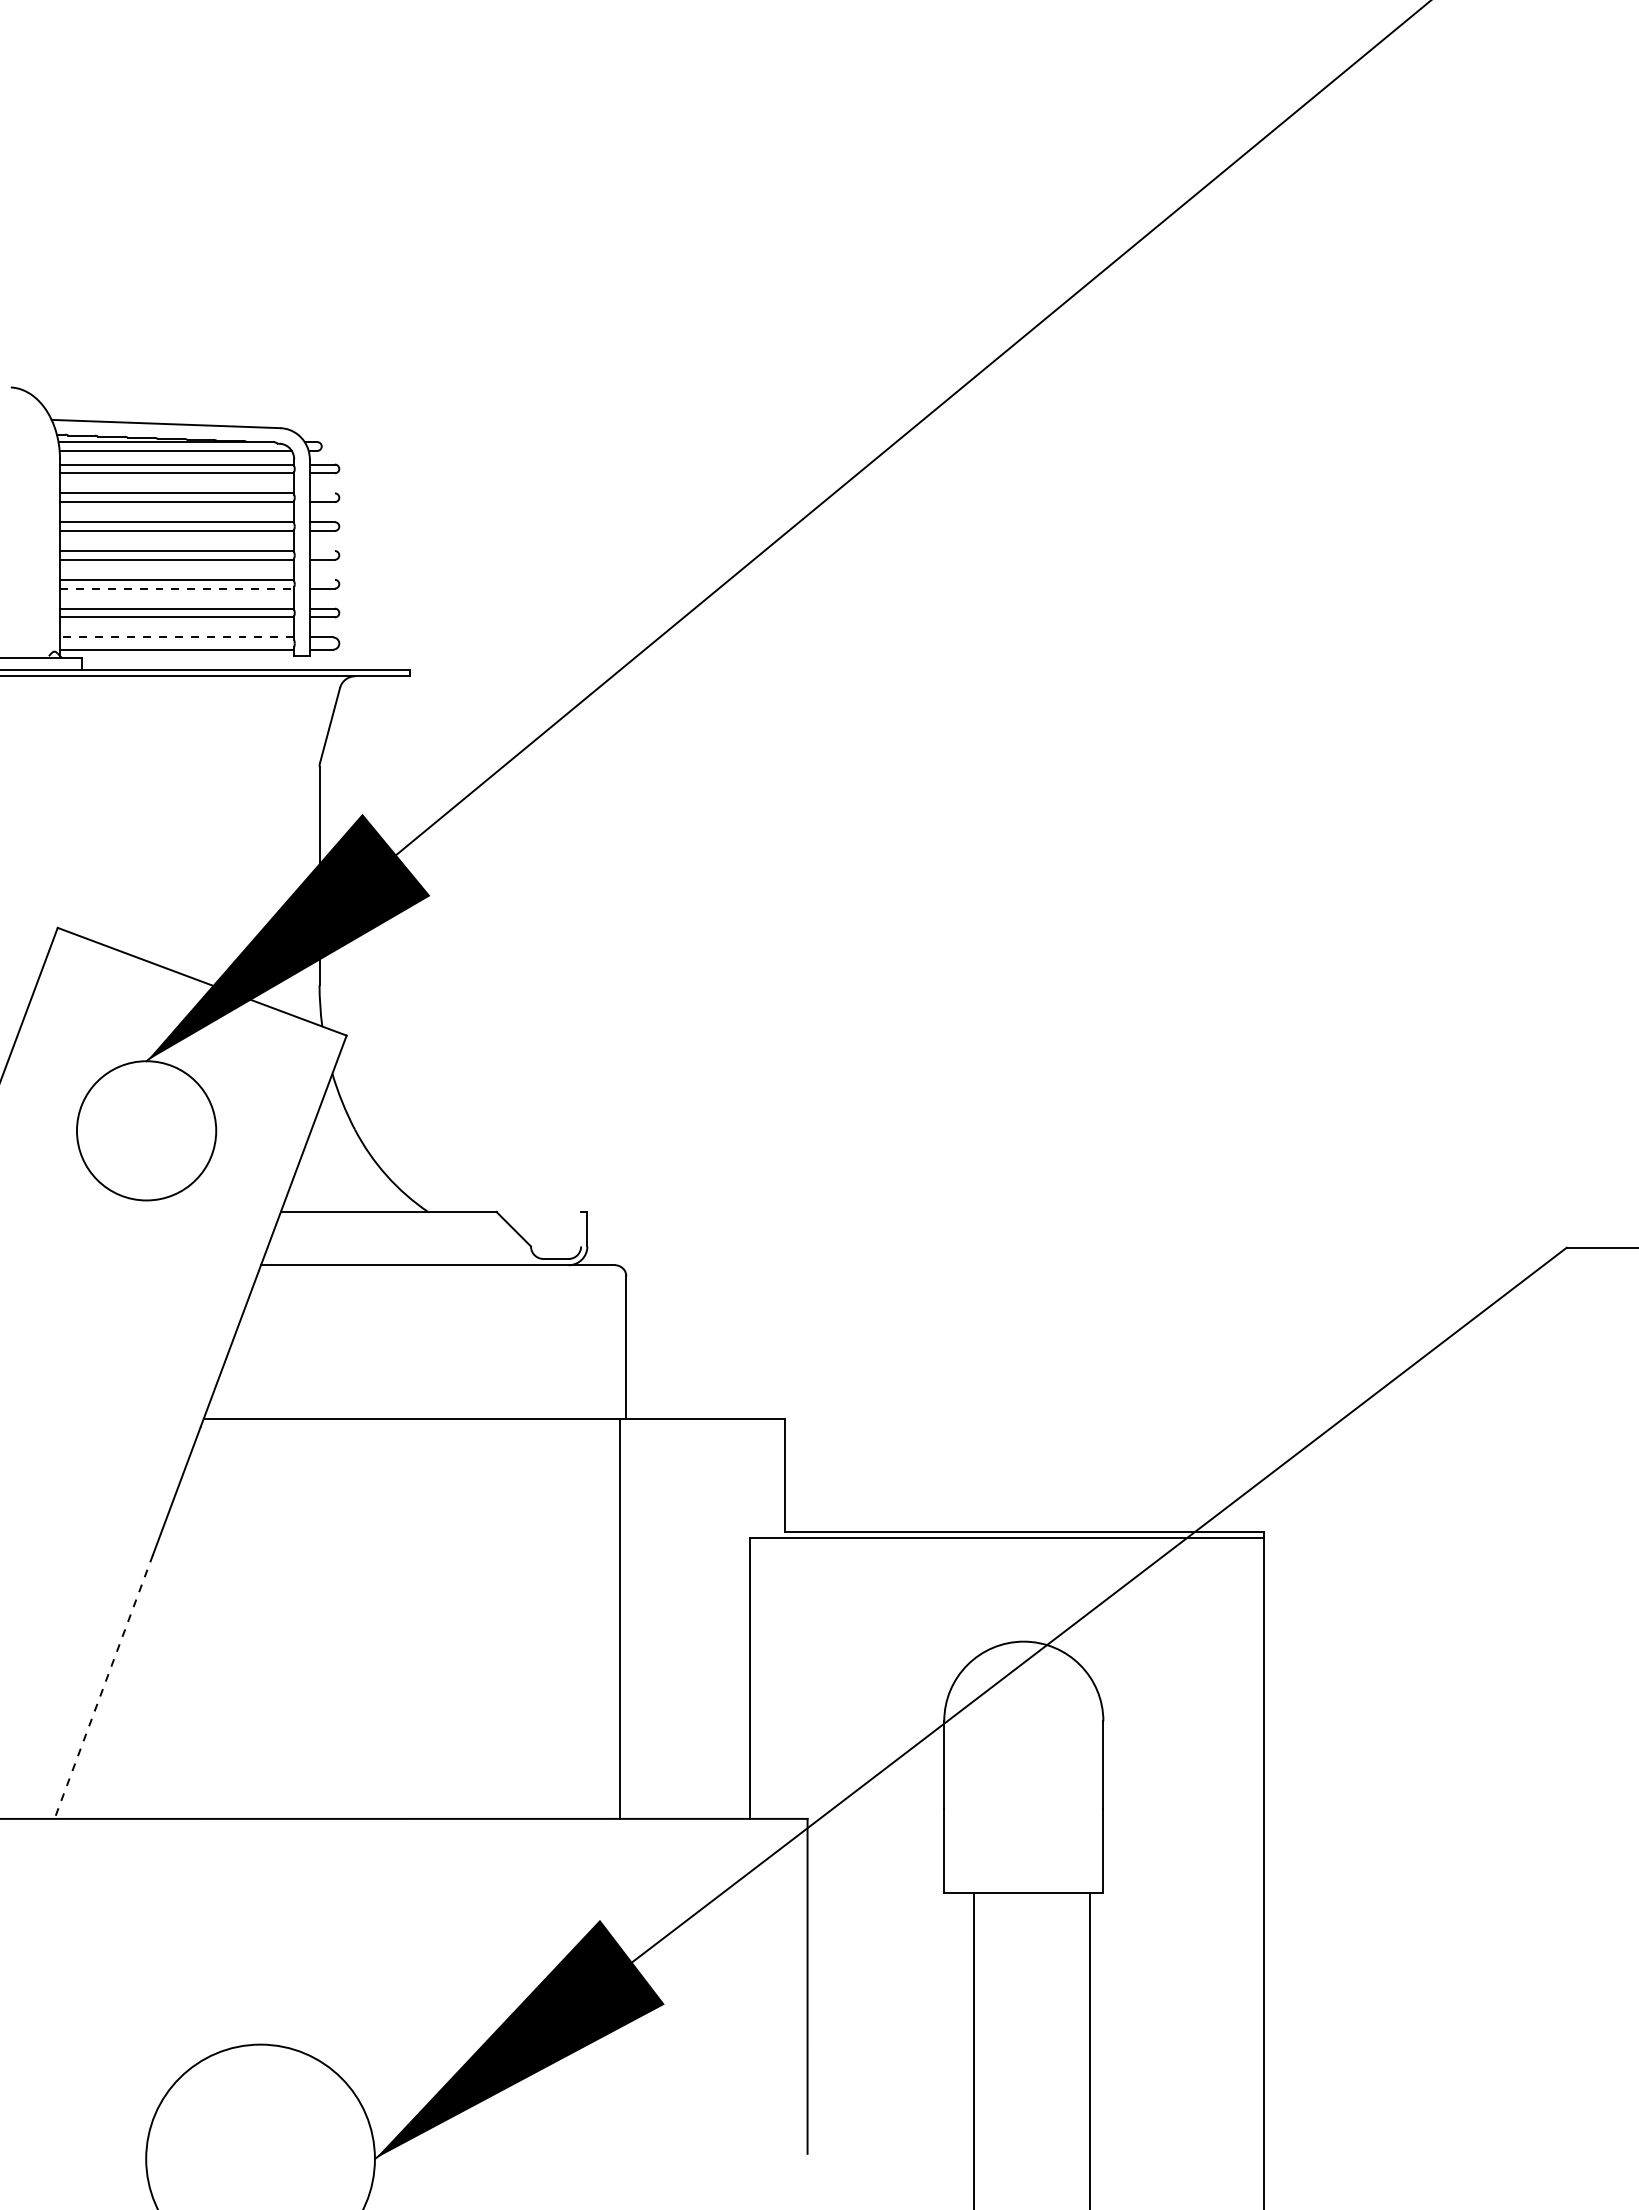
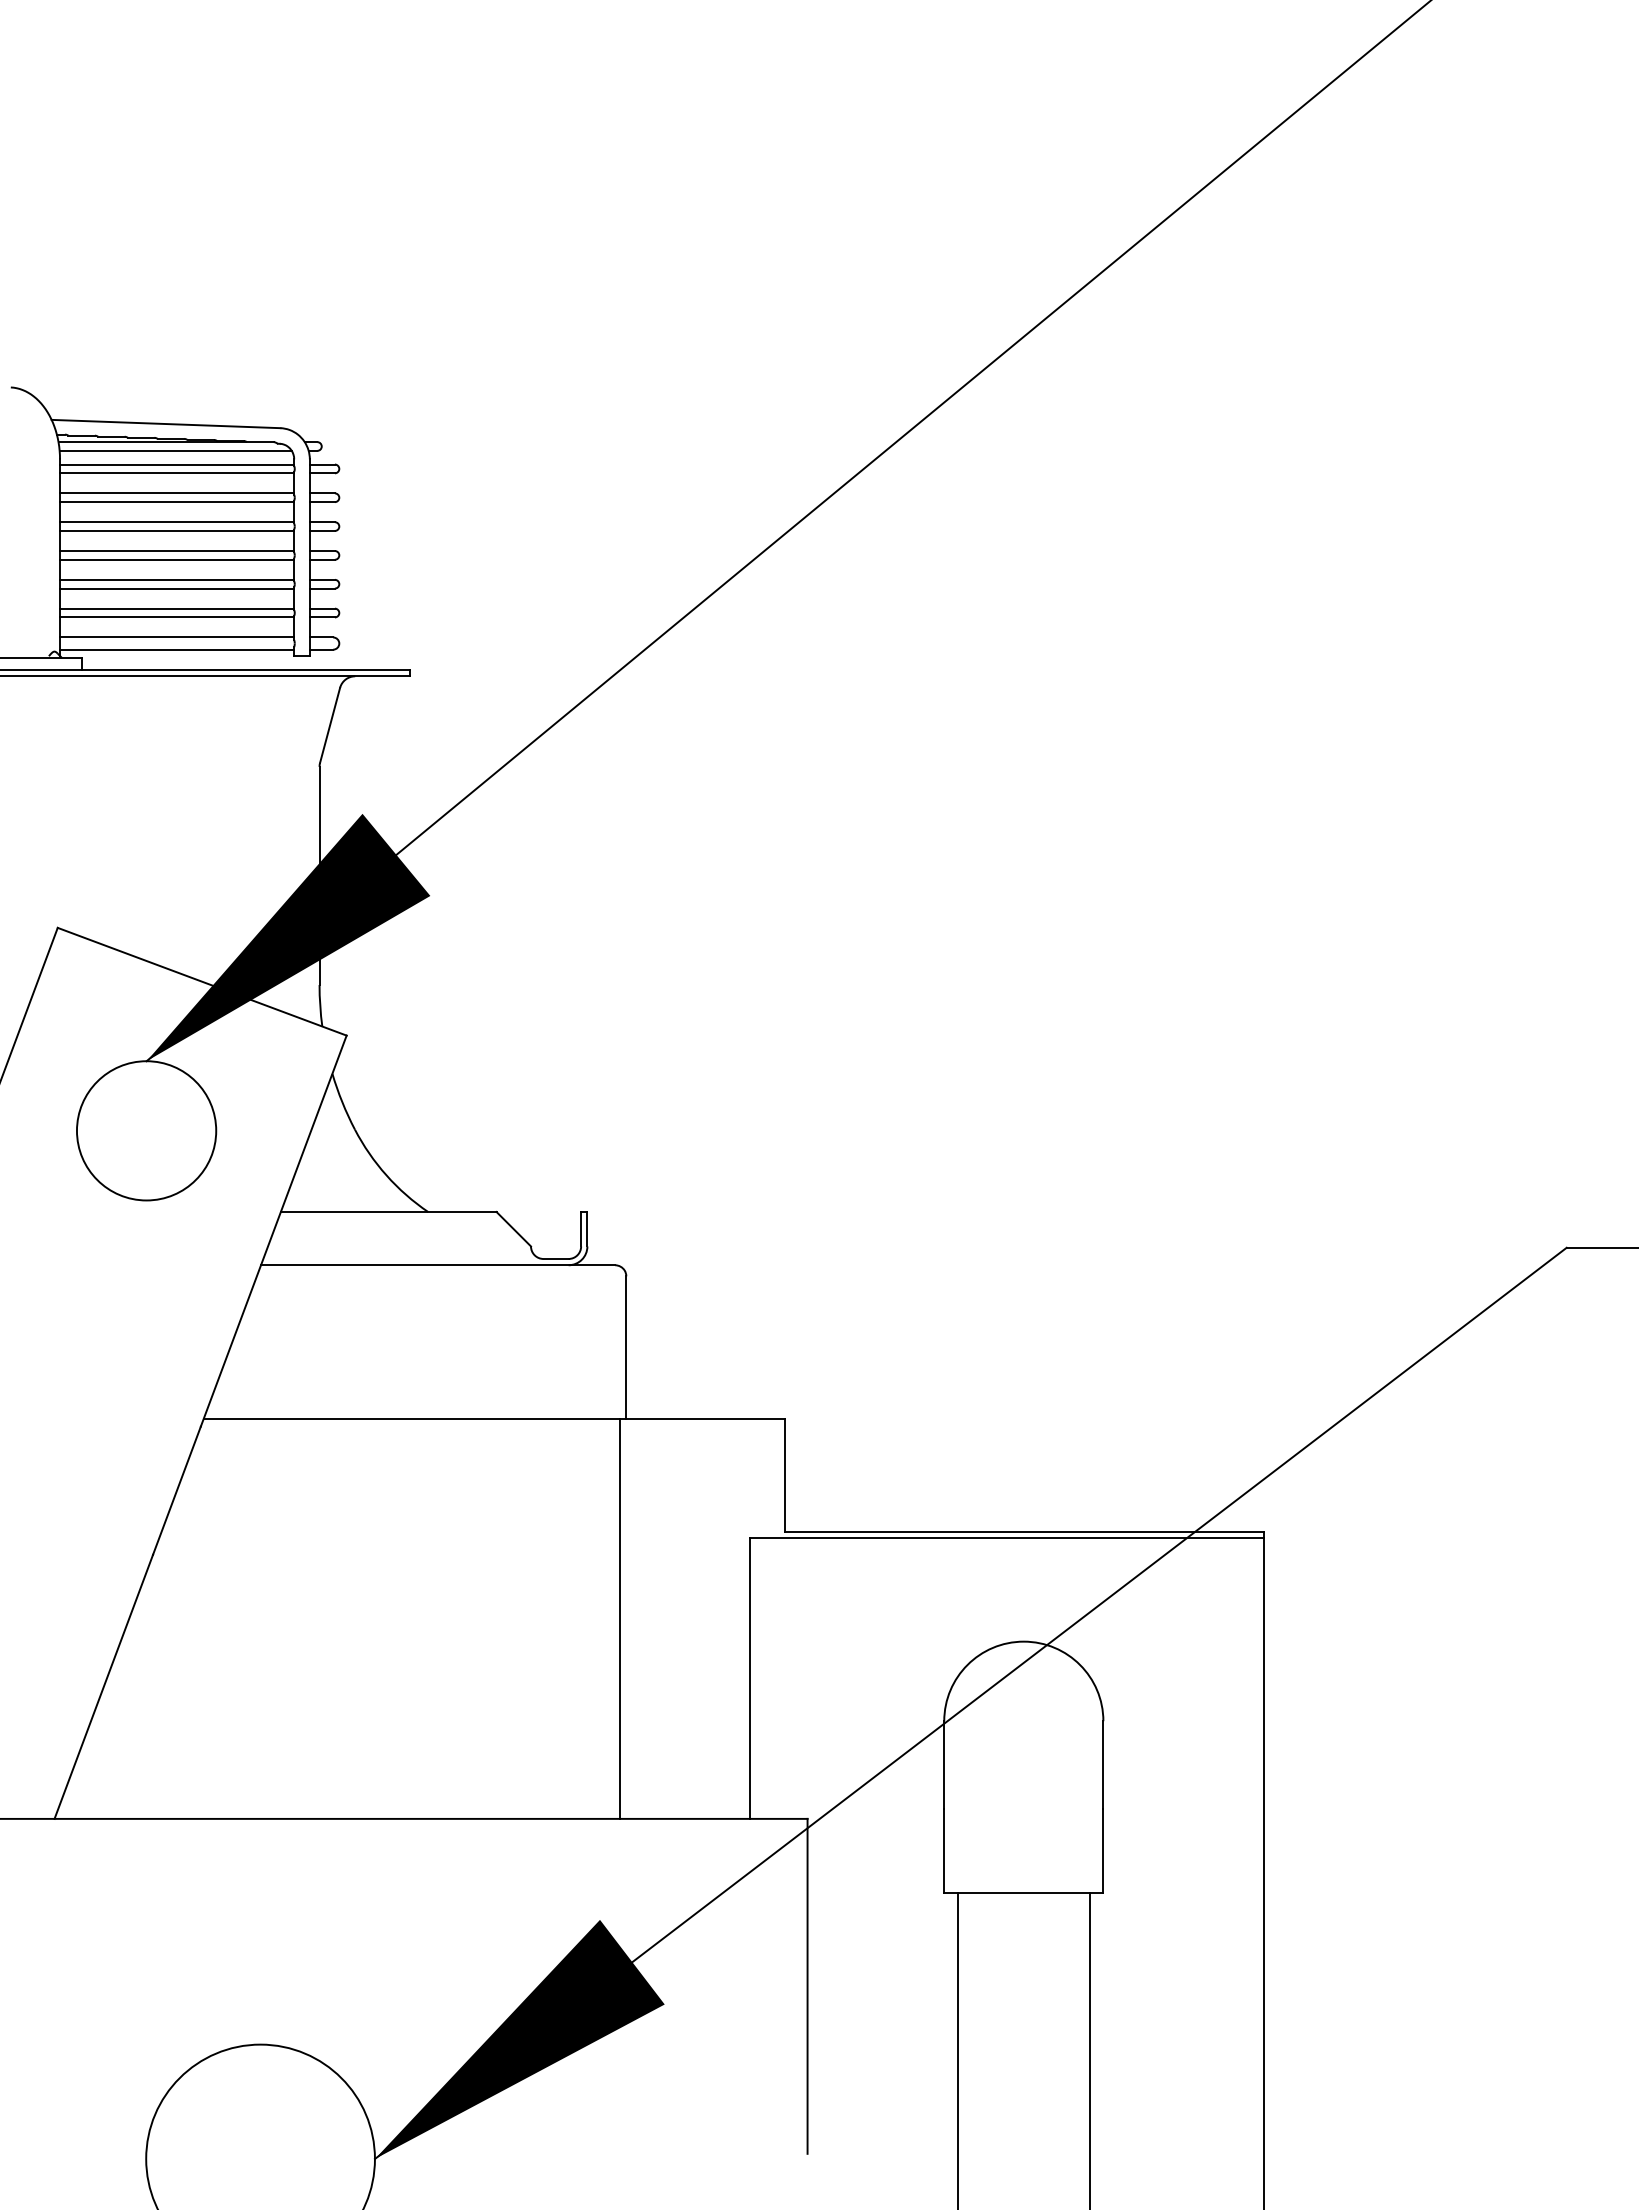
line at (321, 493): none -> present
line at (321, 551): none -> present
line at (321, 579): none -> present
line at (177, 588): dashed -> solid
line at (176, 637): dashed -> solid
line at (581, 1229): none -> present
line at (103, 1686): dashed -> solid
line at (973, 2049) position: (973, 2049) -> (957, 2049)
